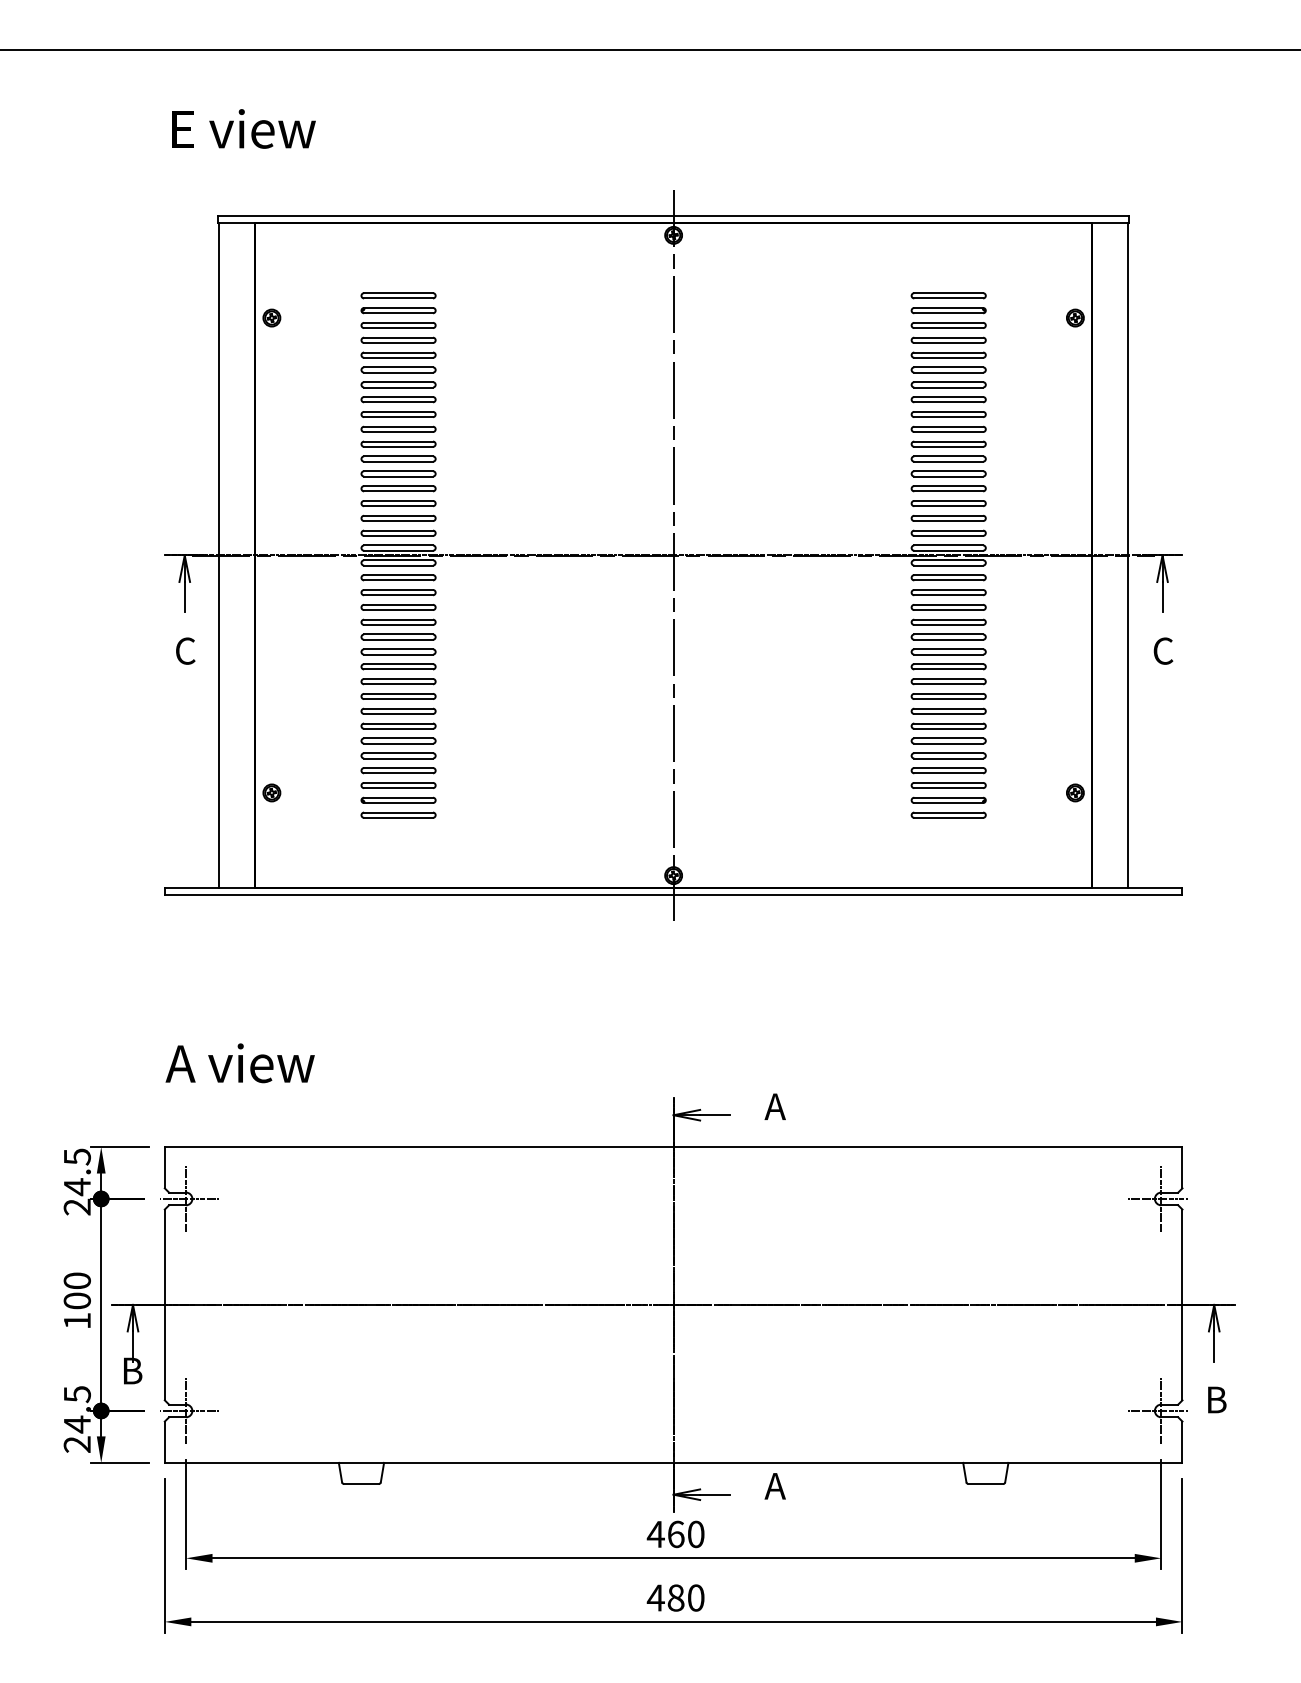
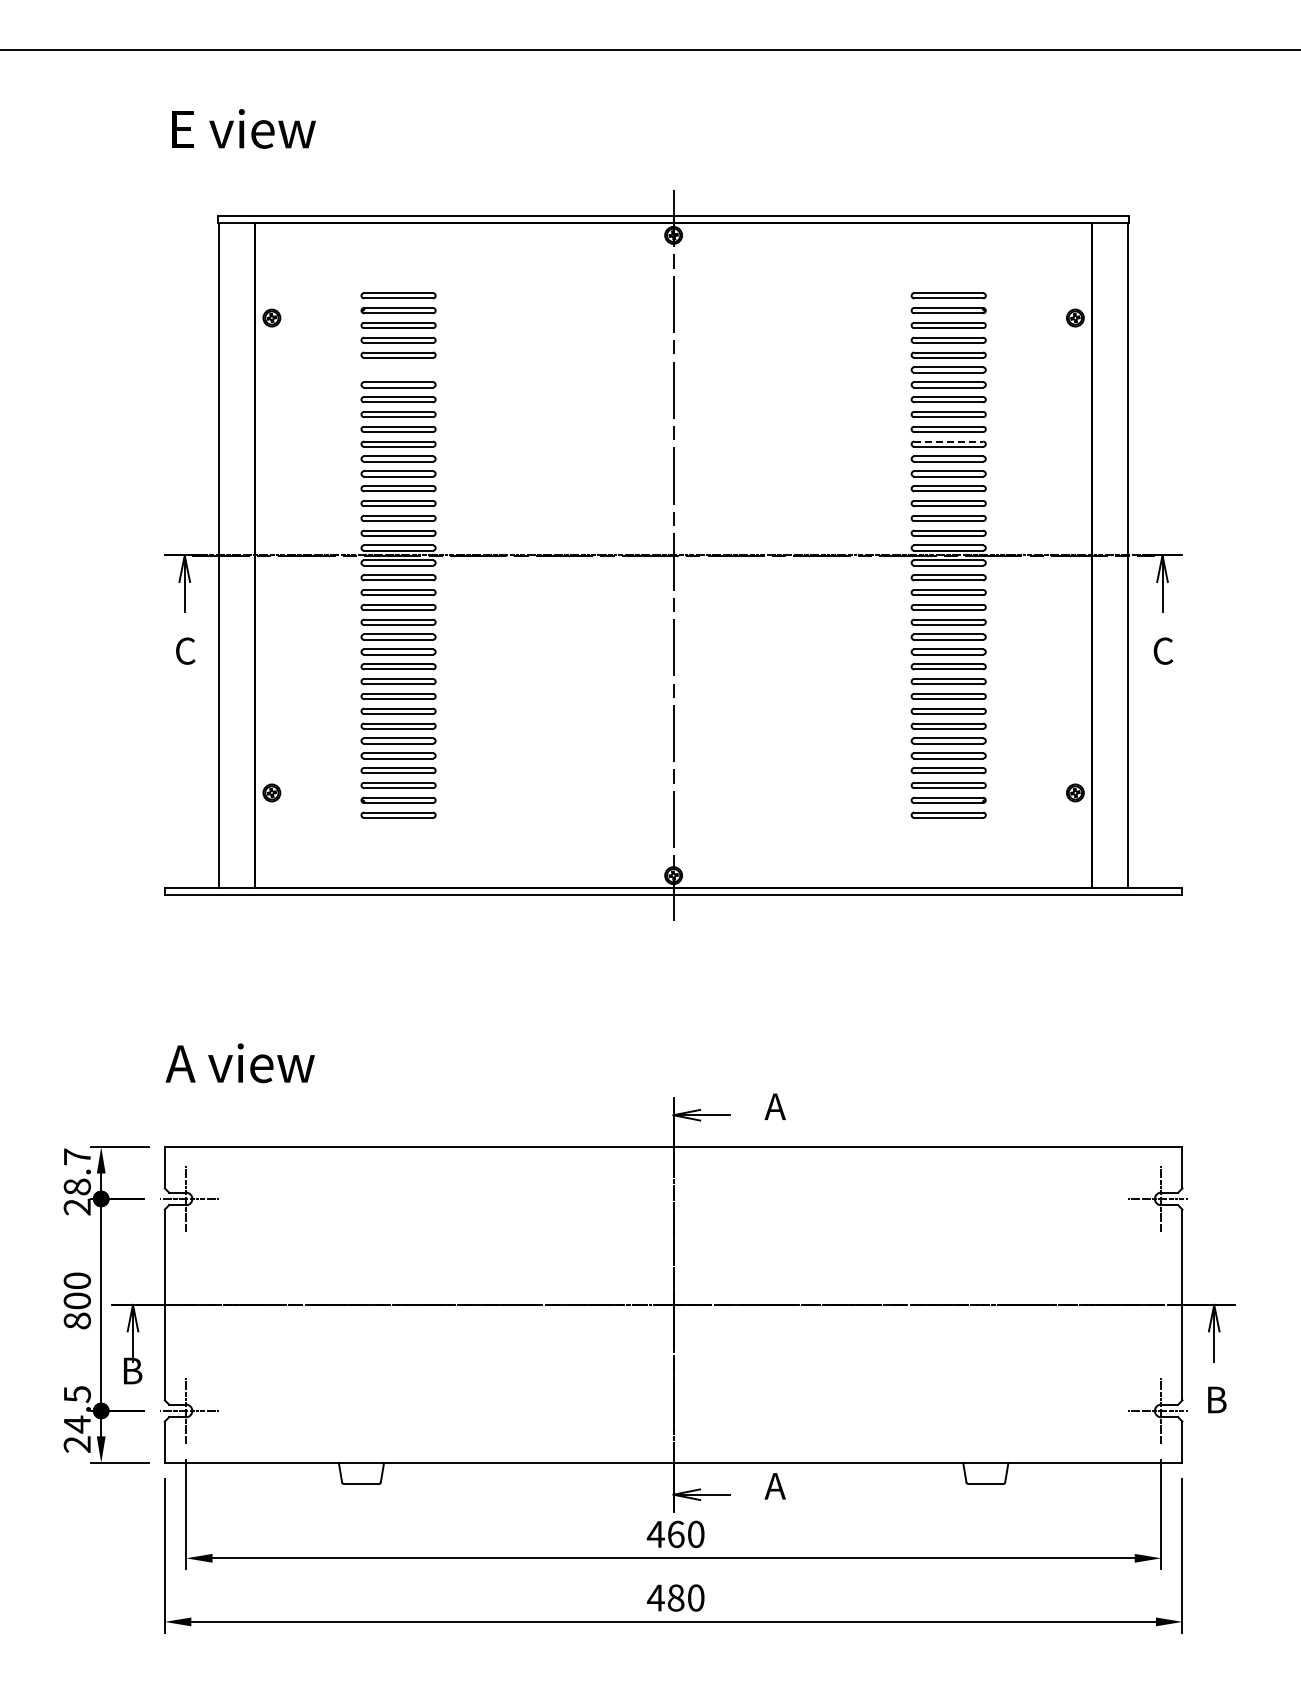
part at (398, 369): present -> none
line at (949, 441): solid -> dashed
text at (76, 1172): 24.5 -> 28.7
text at (76, 1320): 100 -> 800
